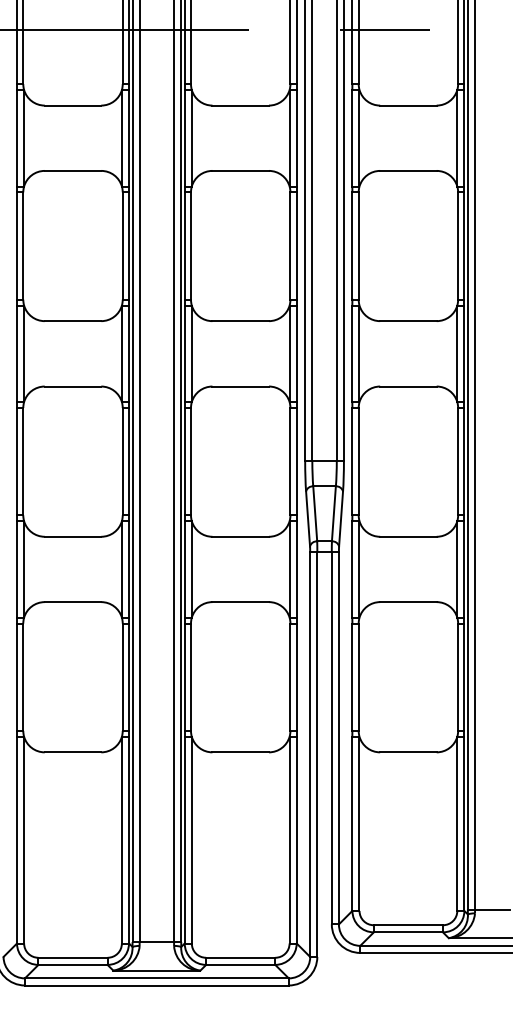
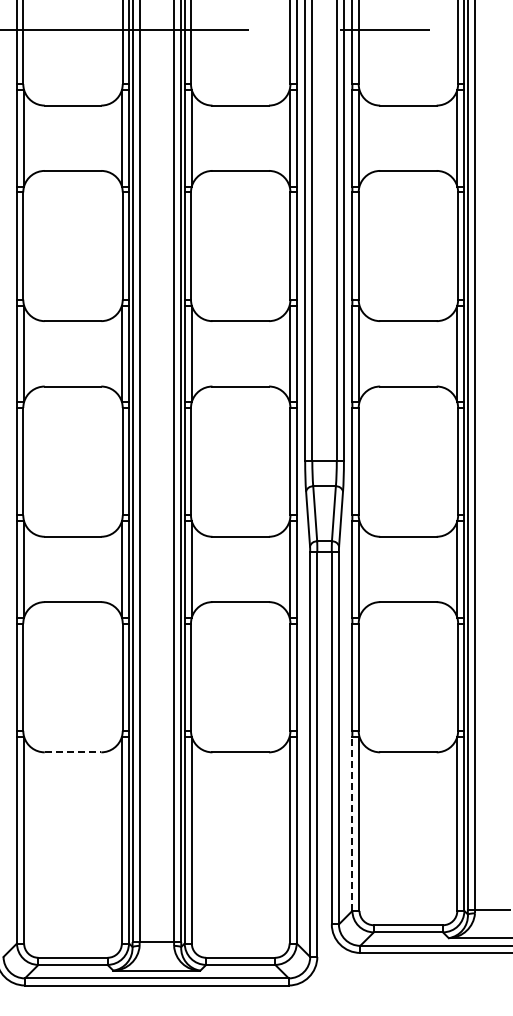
line at (73, 752): solid -> dashed
line at (352, 823): solid -> dashed
